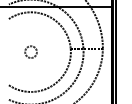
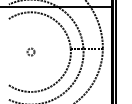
circle at (30, 51) size: 14x14 px -> 10x10 px
